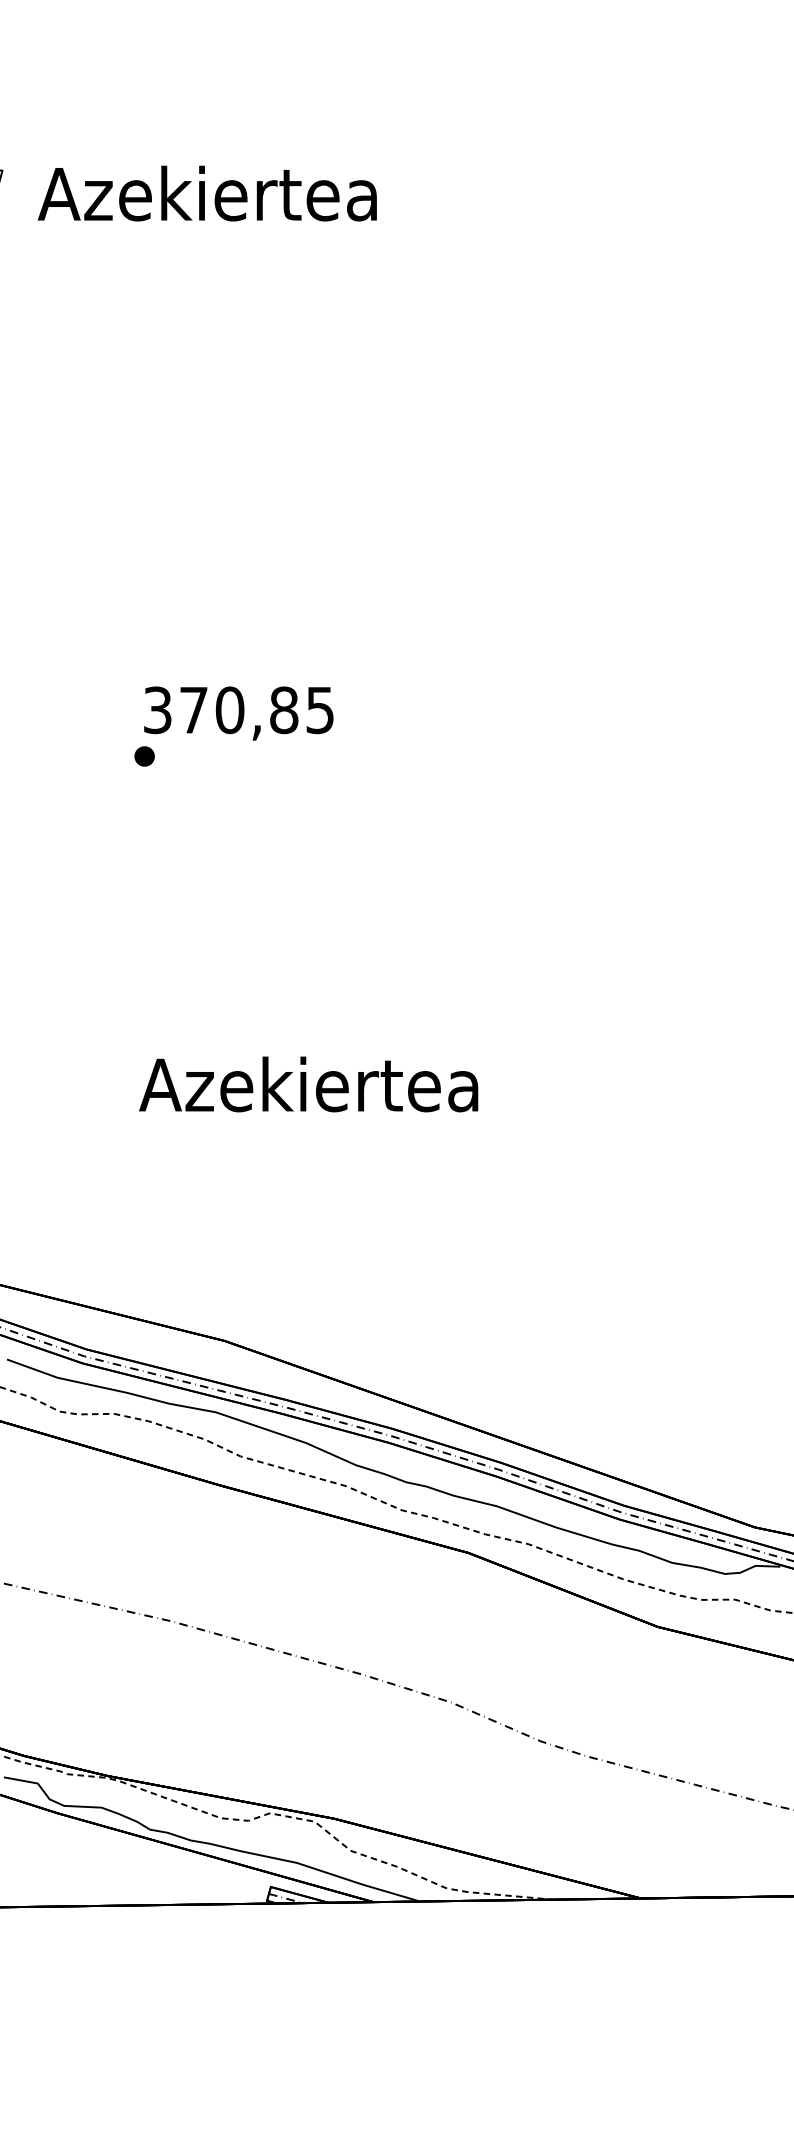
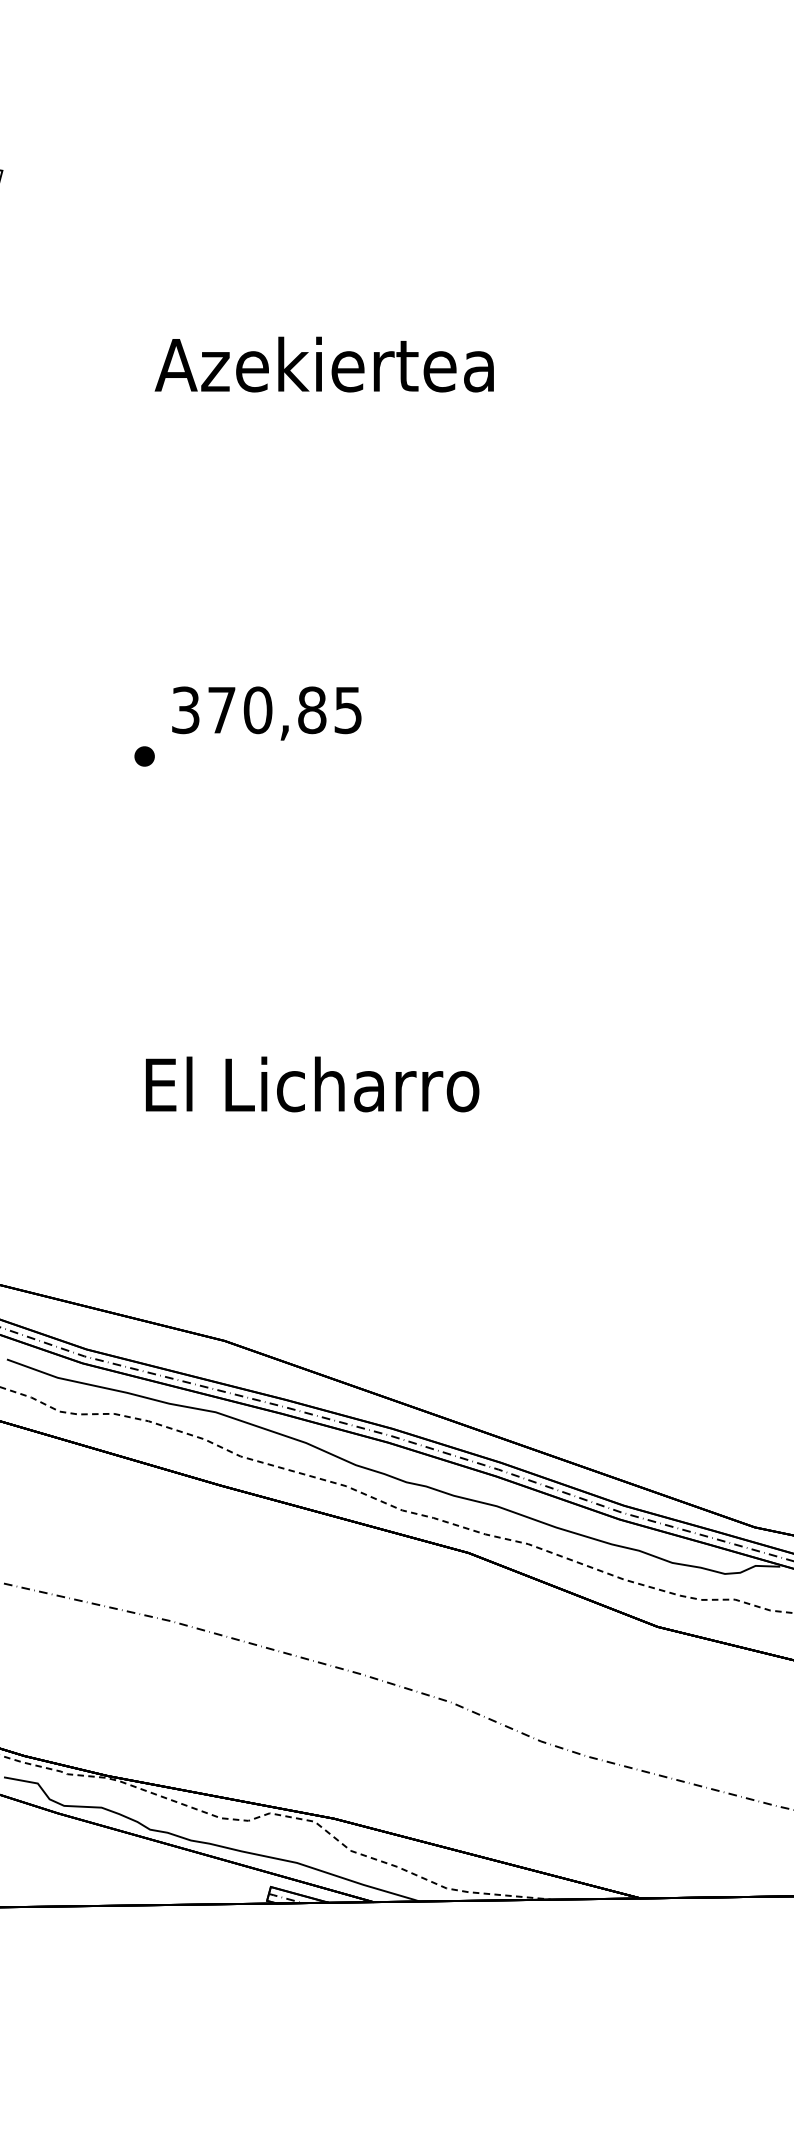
text at (206, 193) position: (206, 193) -> (323, 364)
text at (238, 713) position: (238, 713) -> (266, 713)
text at (309, 1084): Azekiertea -> El Licharro
